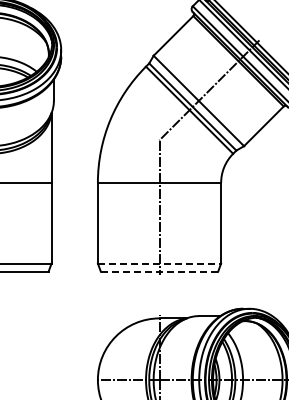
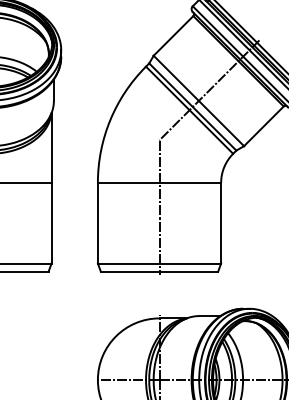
line at (159, 263): dashed -> solid
line at (159, 271): dashed -> solid
